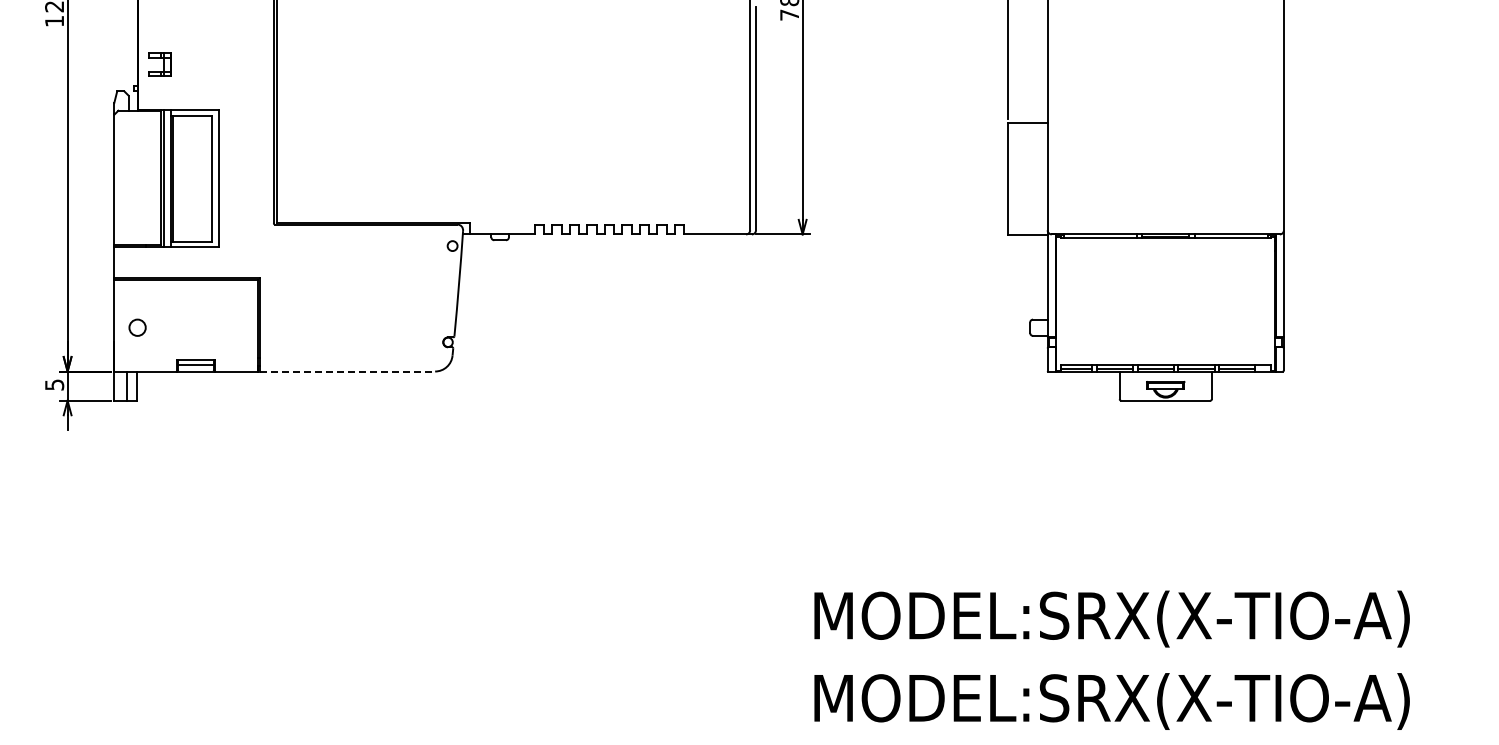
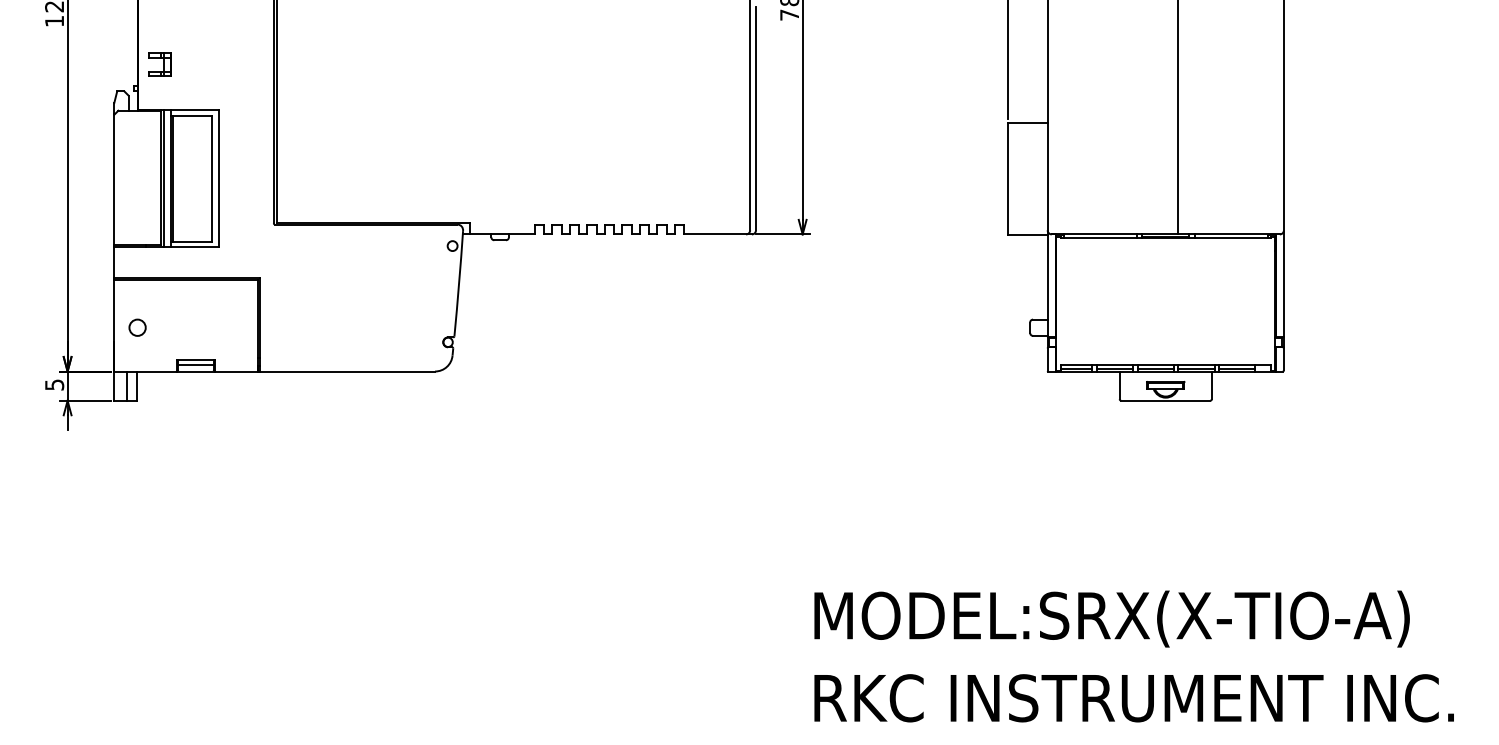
line at (1177, 118): none -> present
line at (347, 371): dashed -> solid
text at (1136, 701): MODEL:SRX(X-TIO-A) -> RKC INSTRUMENT INC.
